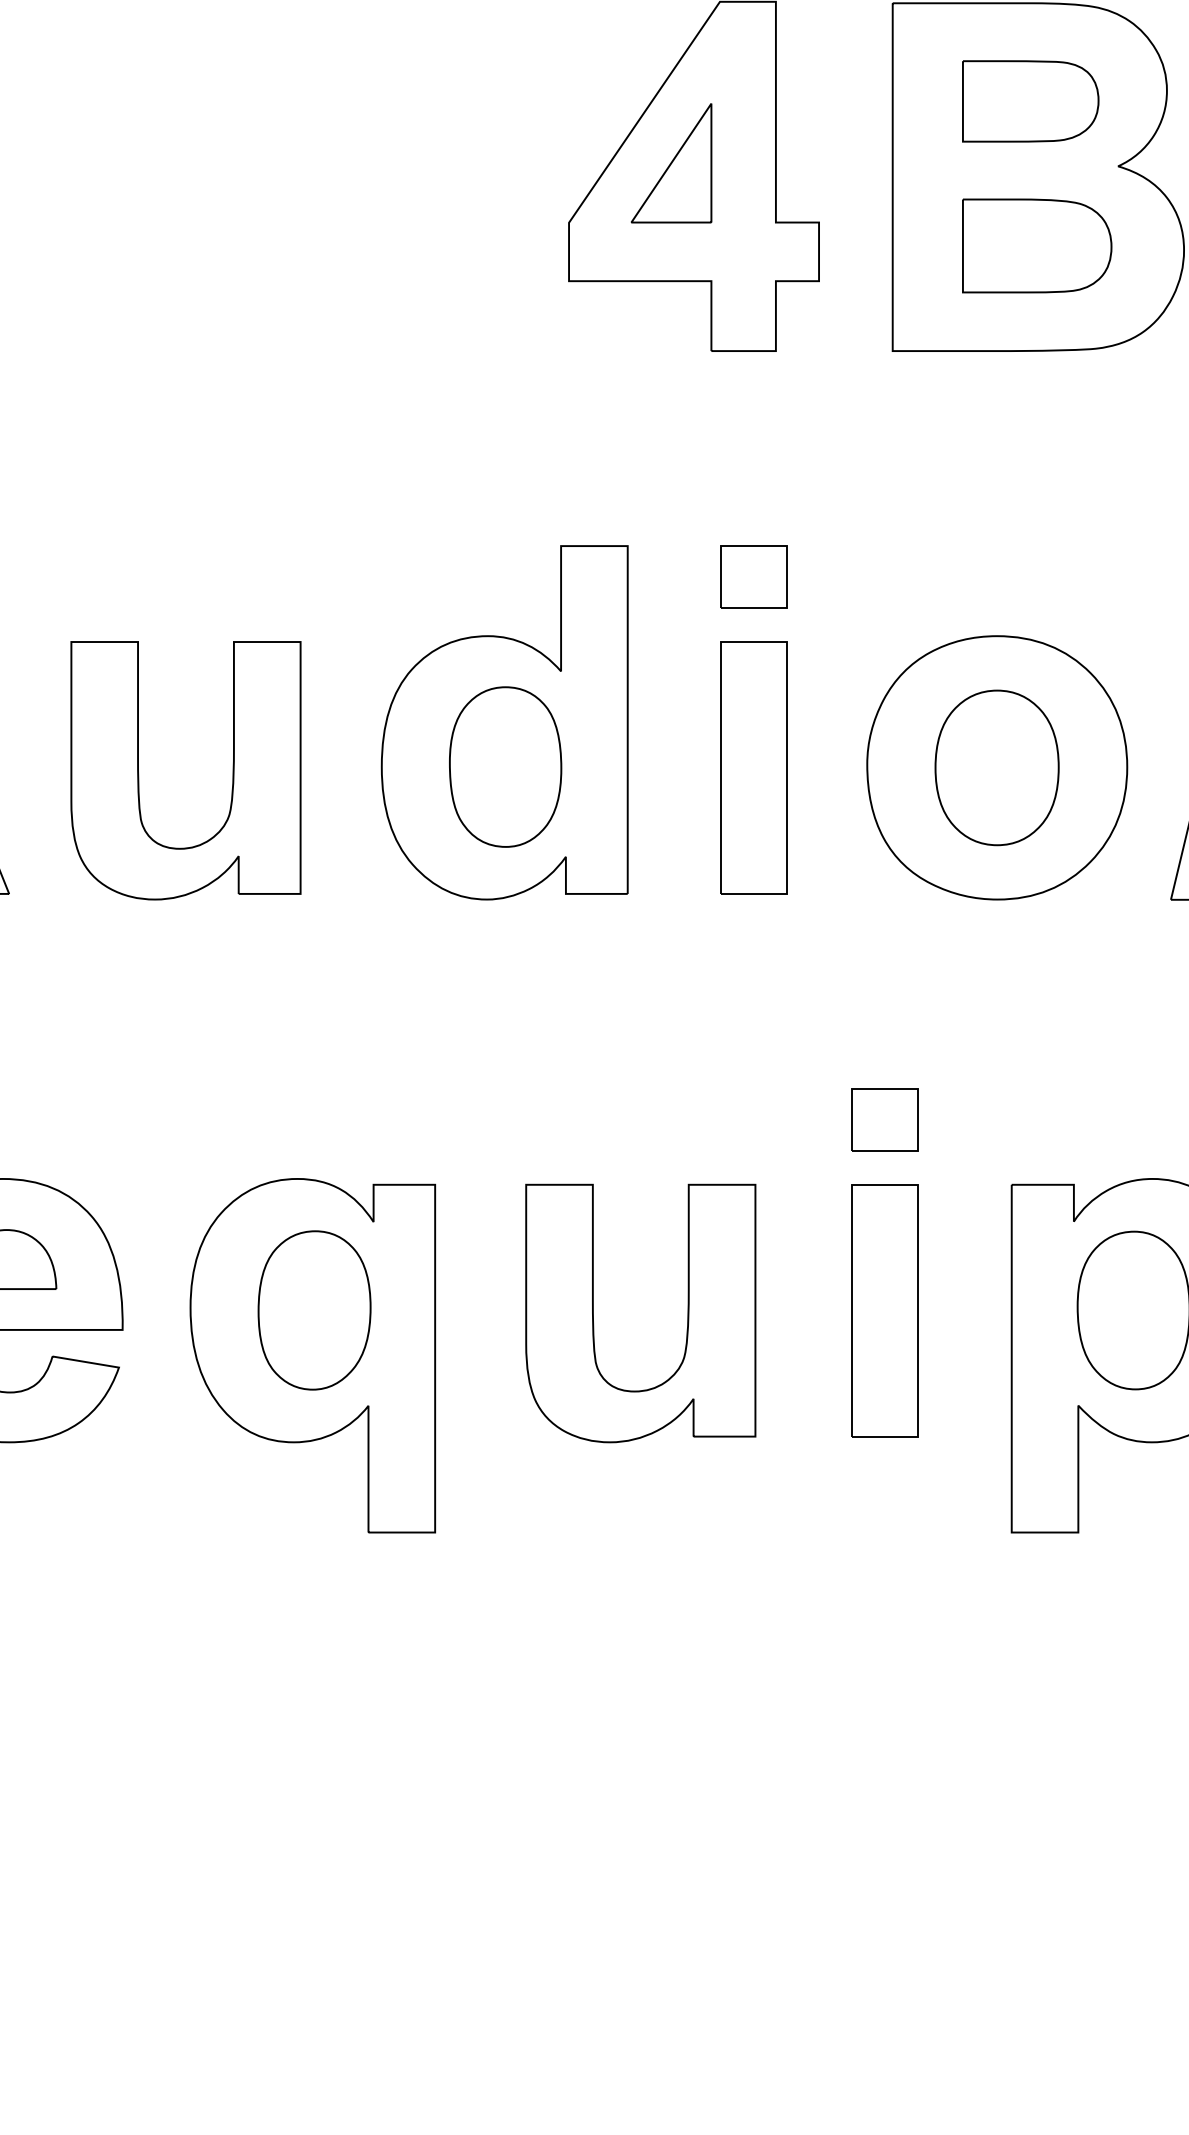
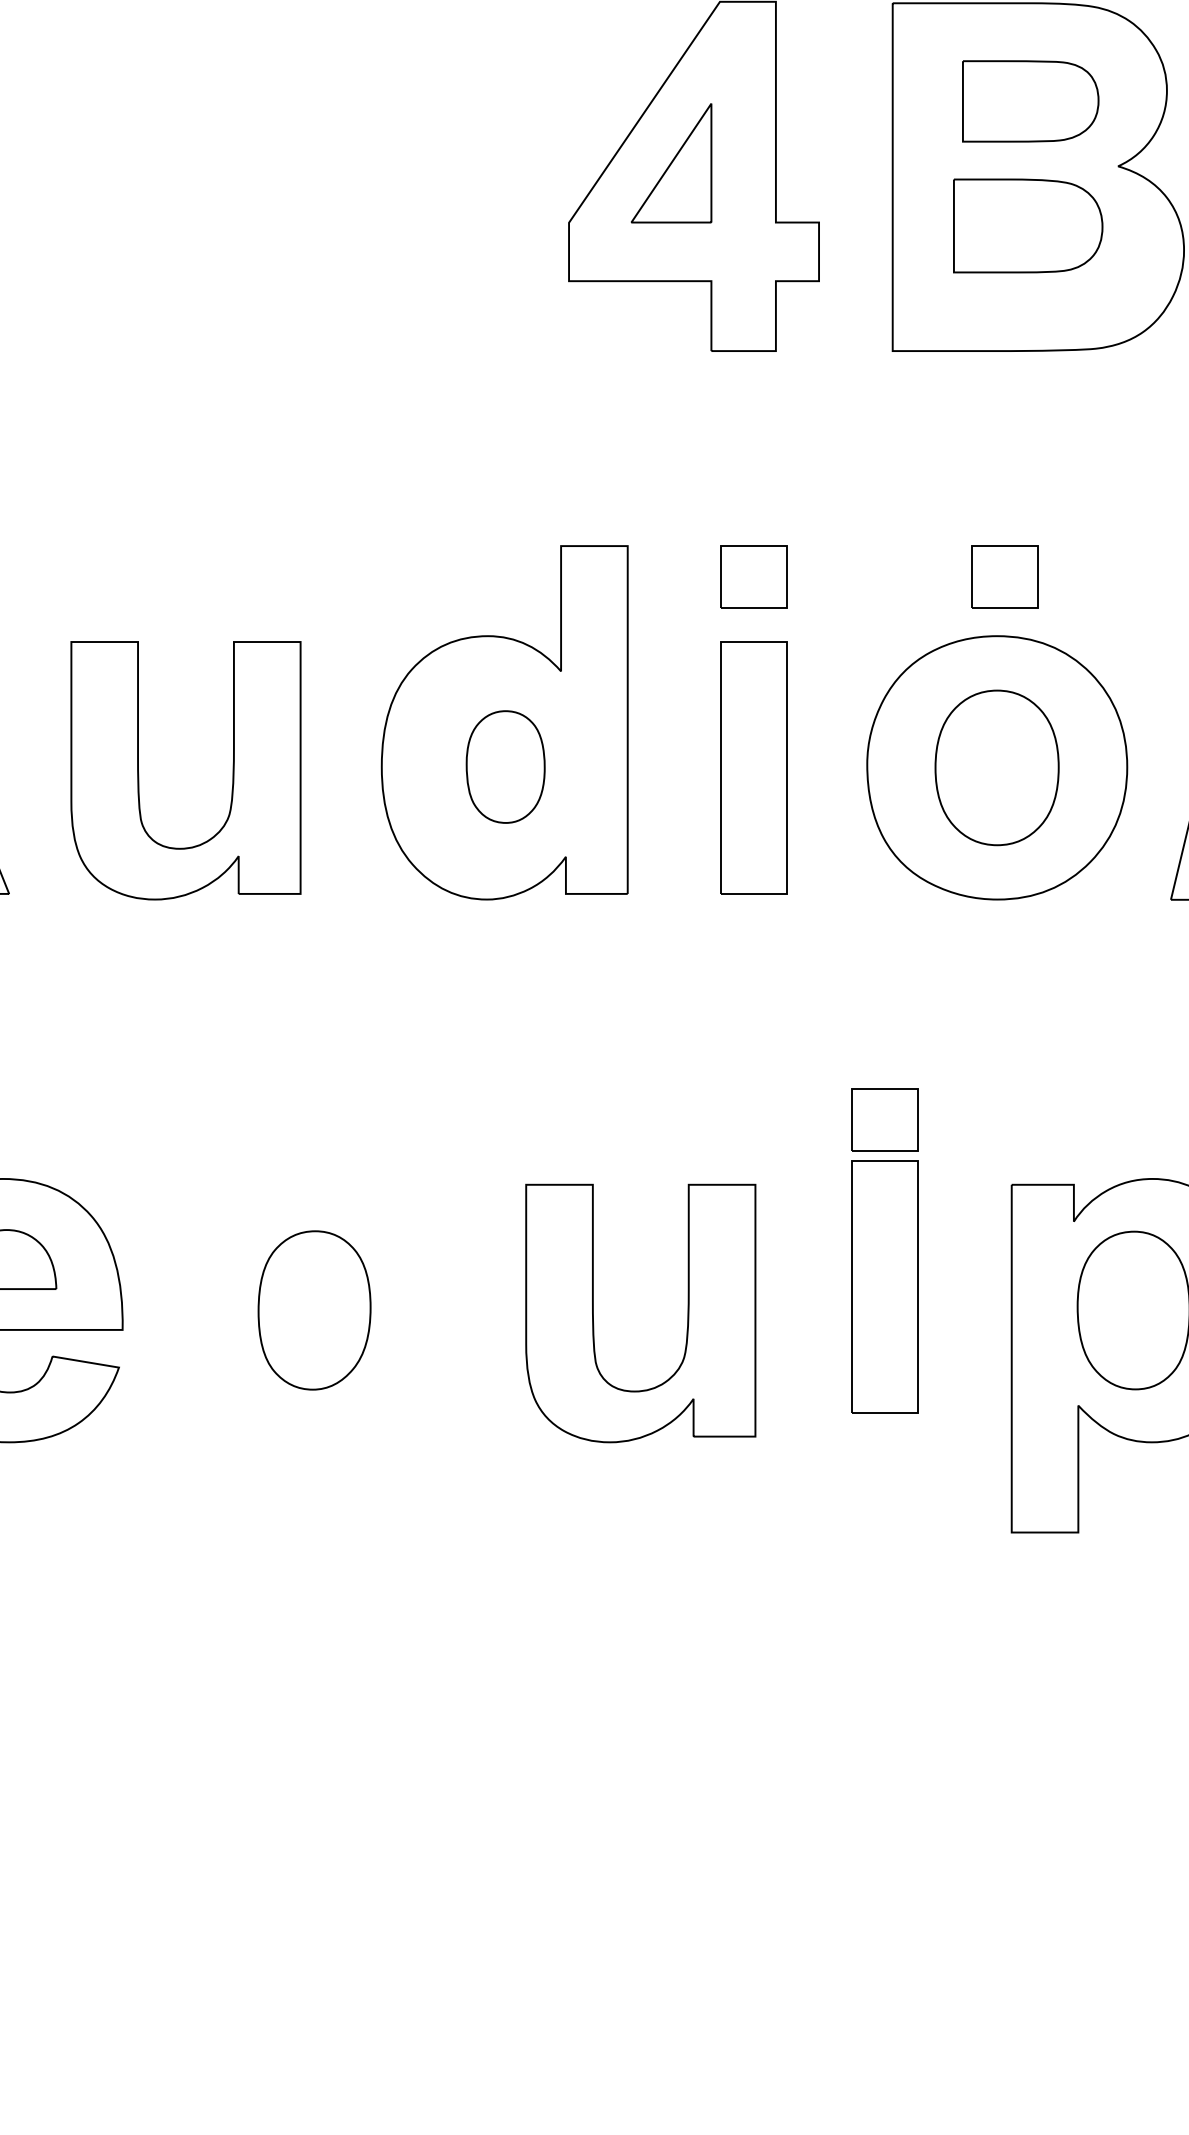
part at (1037, 245) position: (1037, 245) -> (1028, 225)
part at (1004, 576): none -> present
part at (505, 766) size: 114x162 px -> 81x114 px
part at (884, 1310) position: (884, 1310) -> (884, 1286)
part at (312, 1355): present -> none
